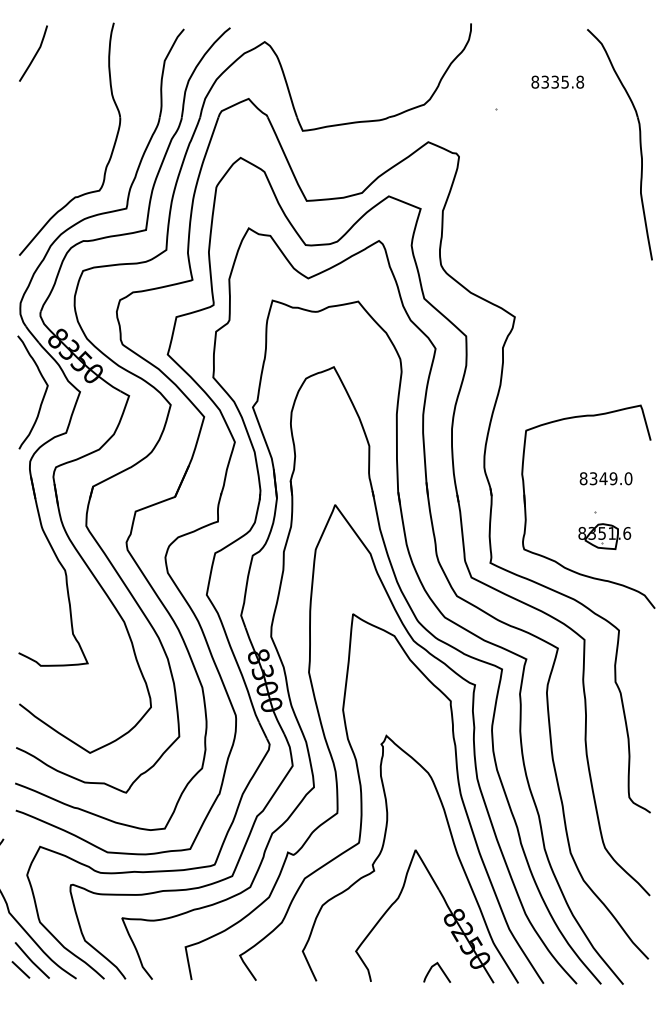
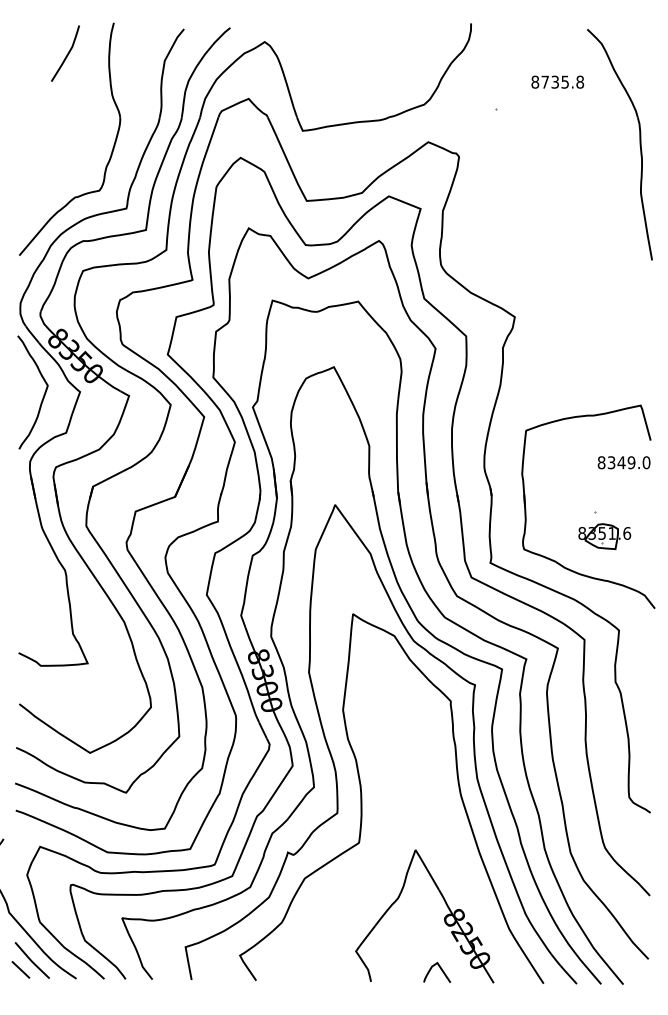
curve at (34, 54) position: (34, 54) -> (66, 54)
text at (544, 81): 8335.8 -> 8735.8
text at (605, 478) position: (605, 478) -> (623, 462)
curve at (383, 848): present -> none
